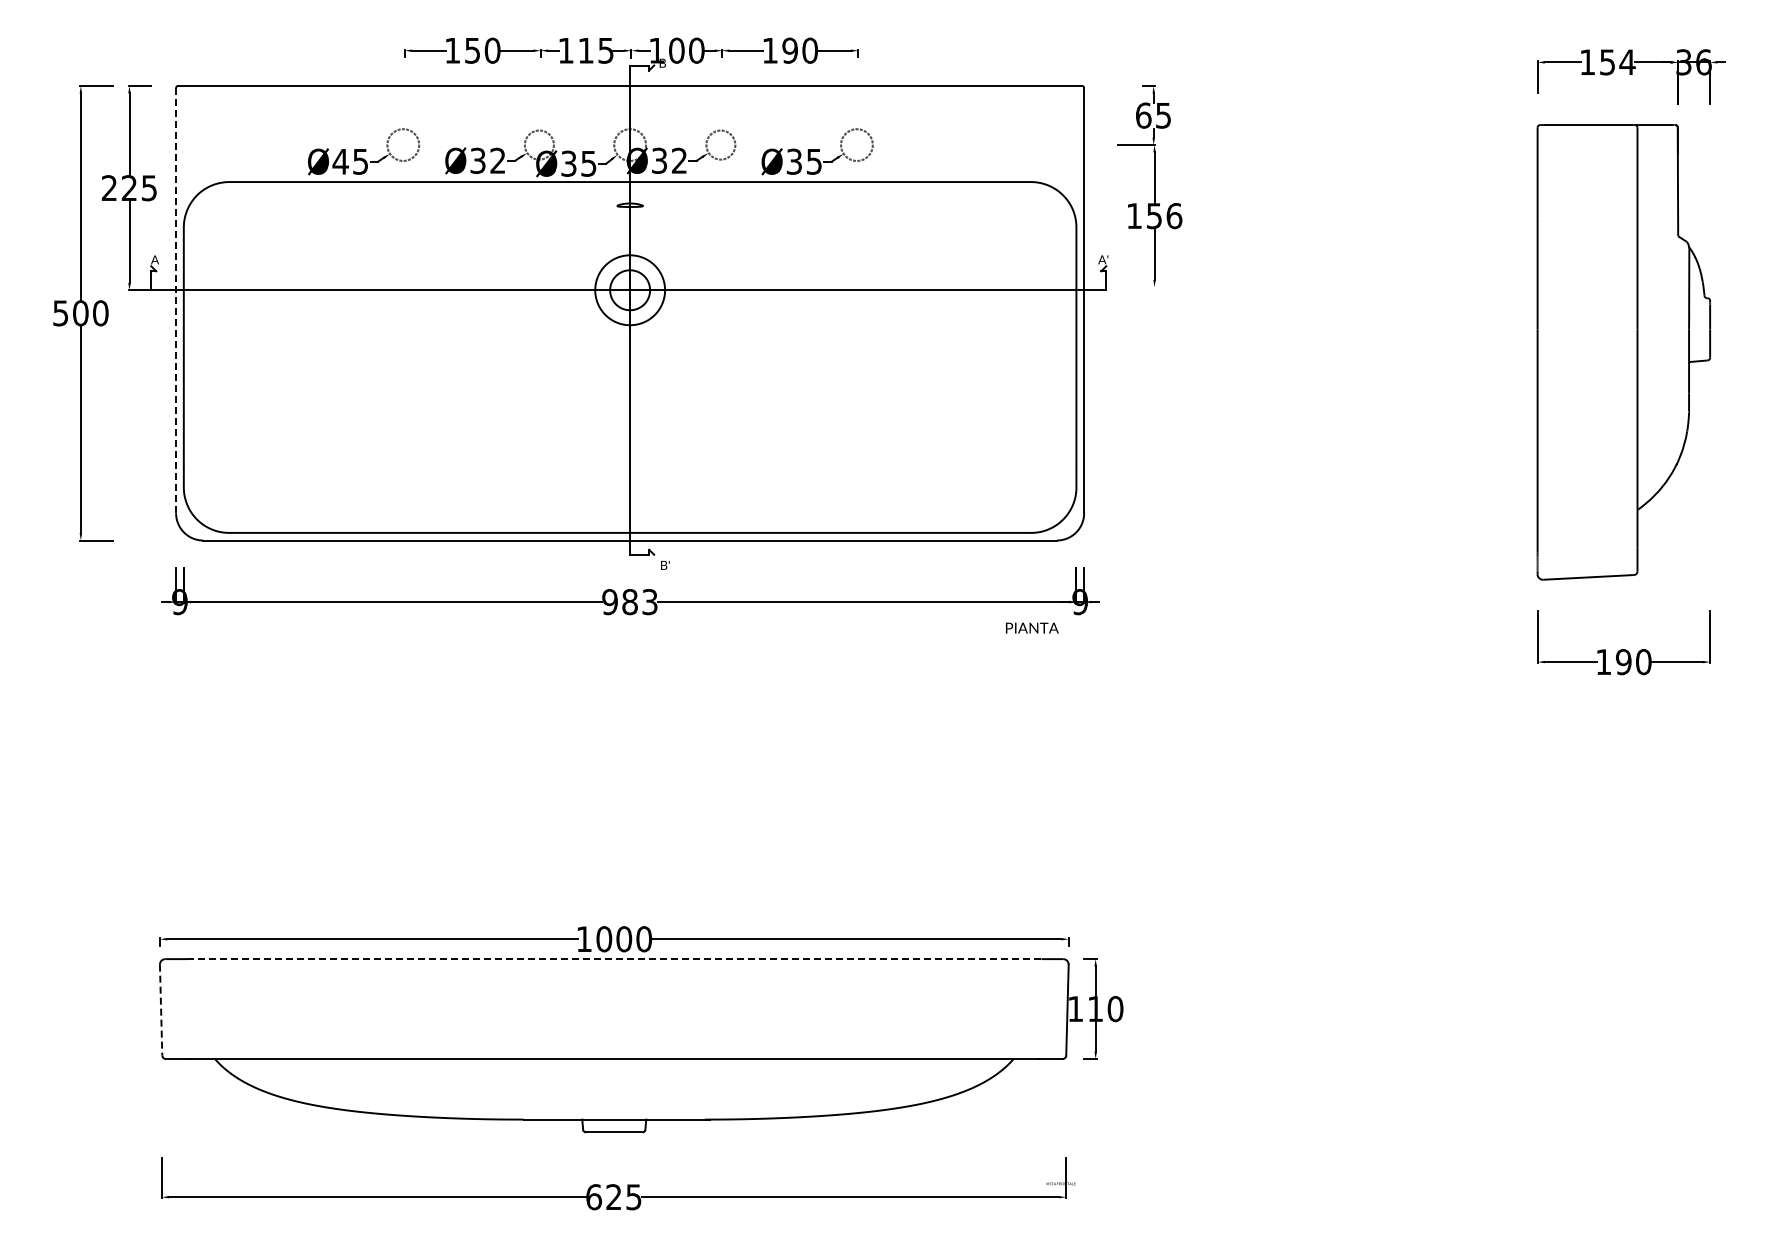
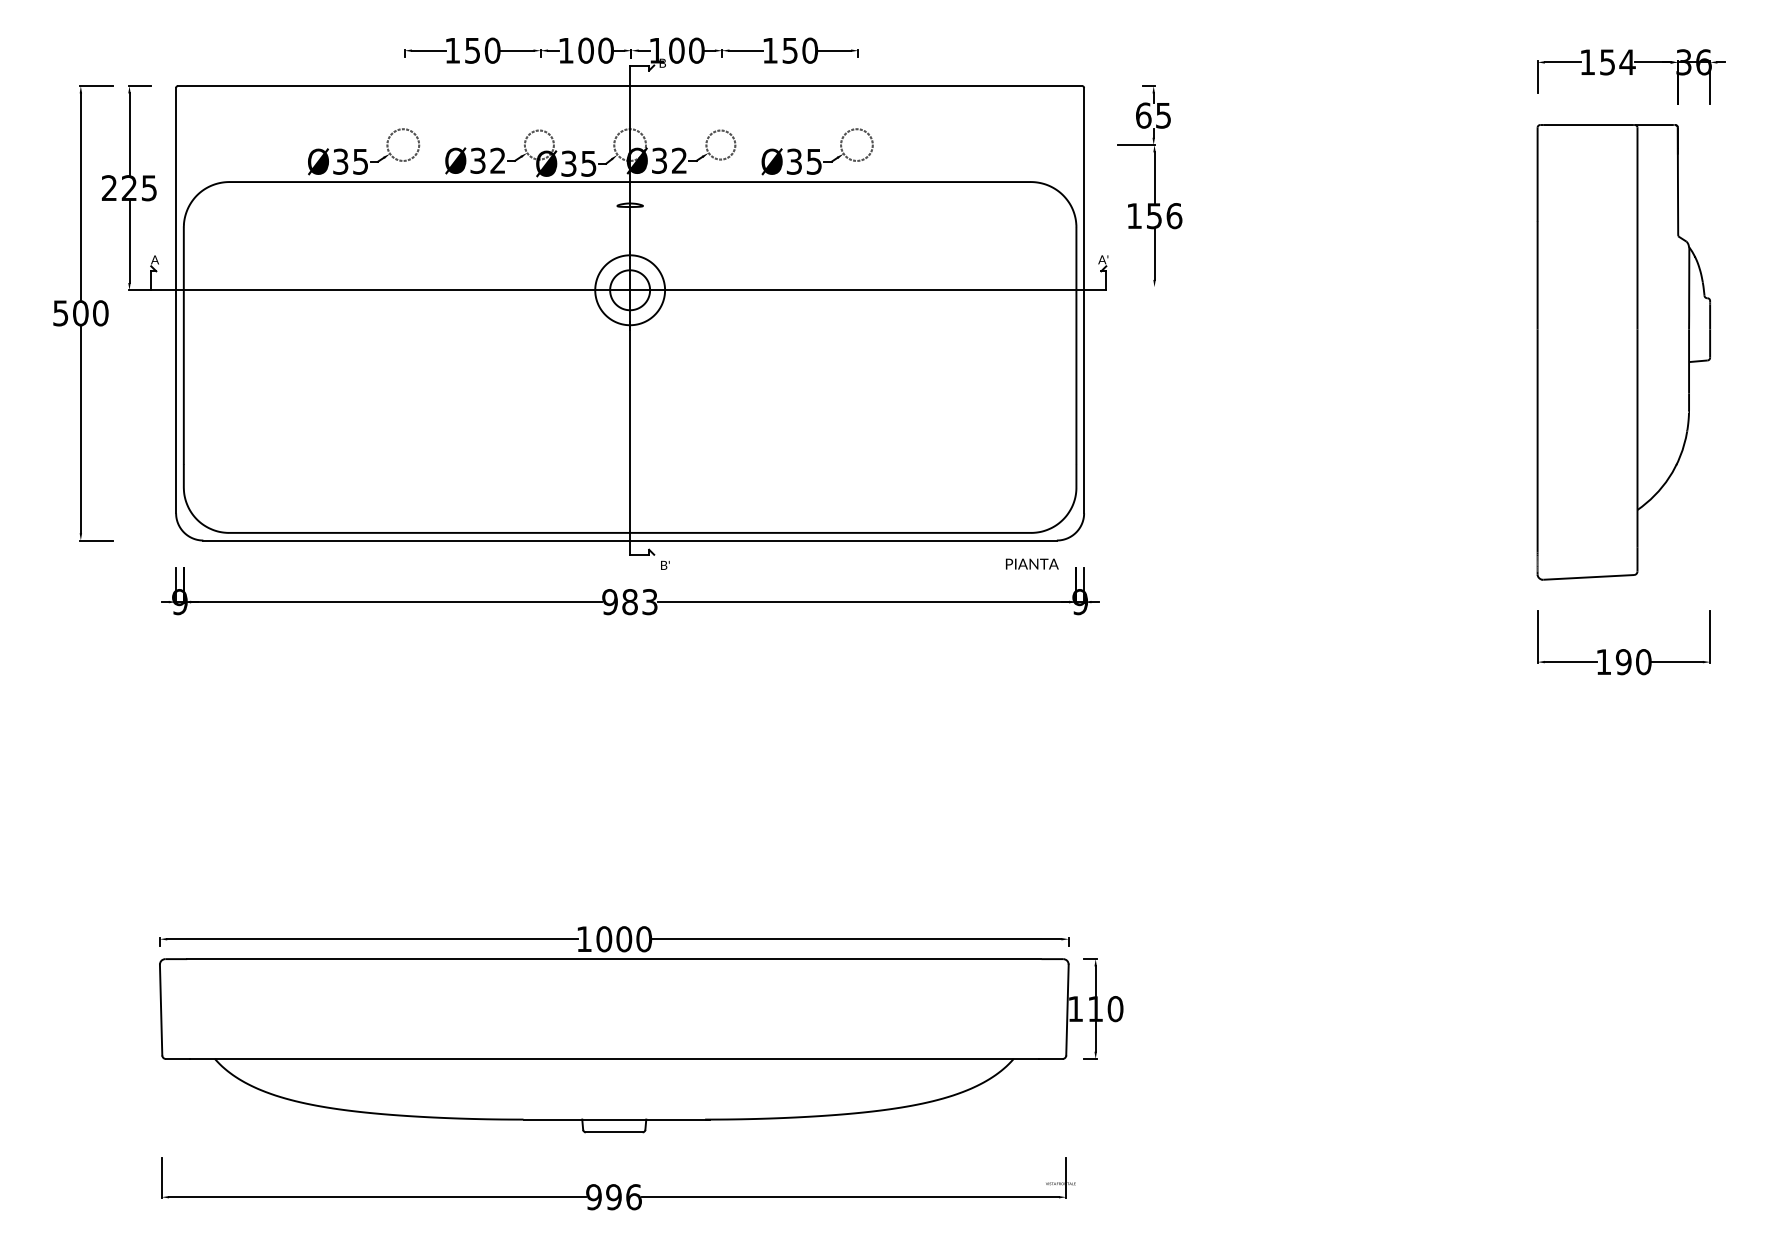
text at (595, 50): 115 -> 100
text at (789, 50): 190 -> 150
text at (340, 161): Ø45 -> Ø35
line at (176, 300): dashed -> solid
text at (1032, 627) position: (1032, 627) -> (1032, 563)
line at (613, 959): dashed -> solid
line at (161, 1010): dashed -> solid
text at (613, 1197): 625 -> 996
